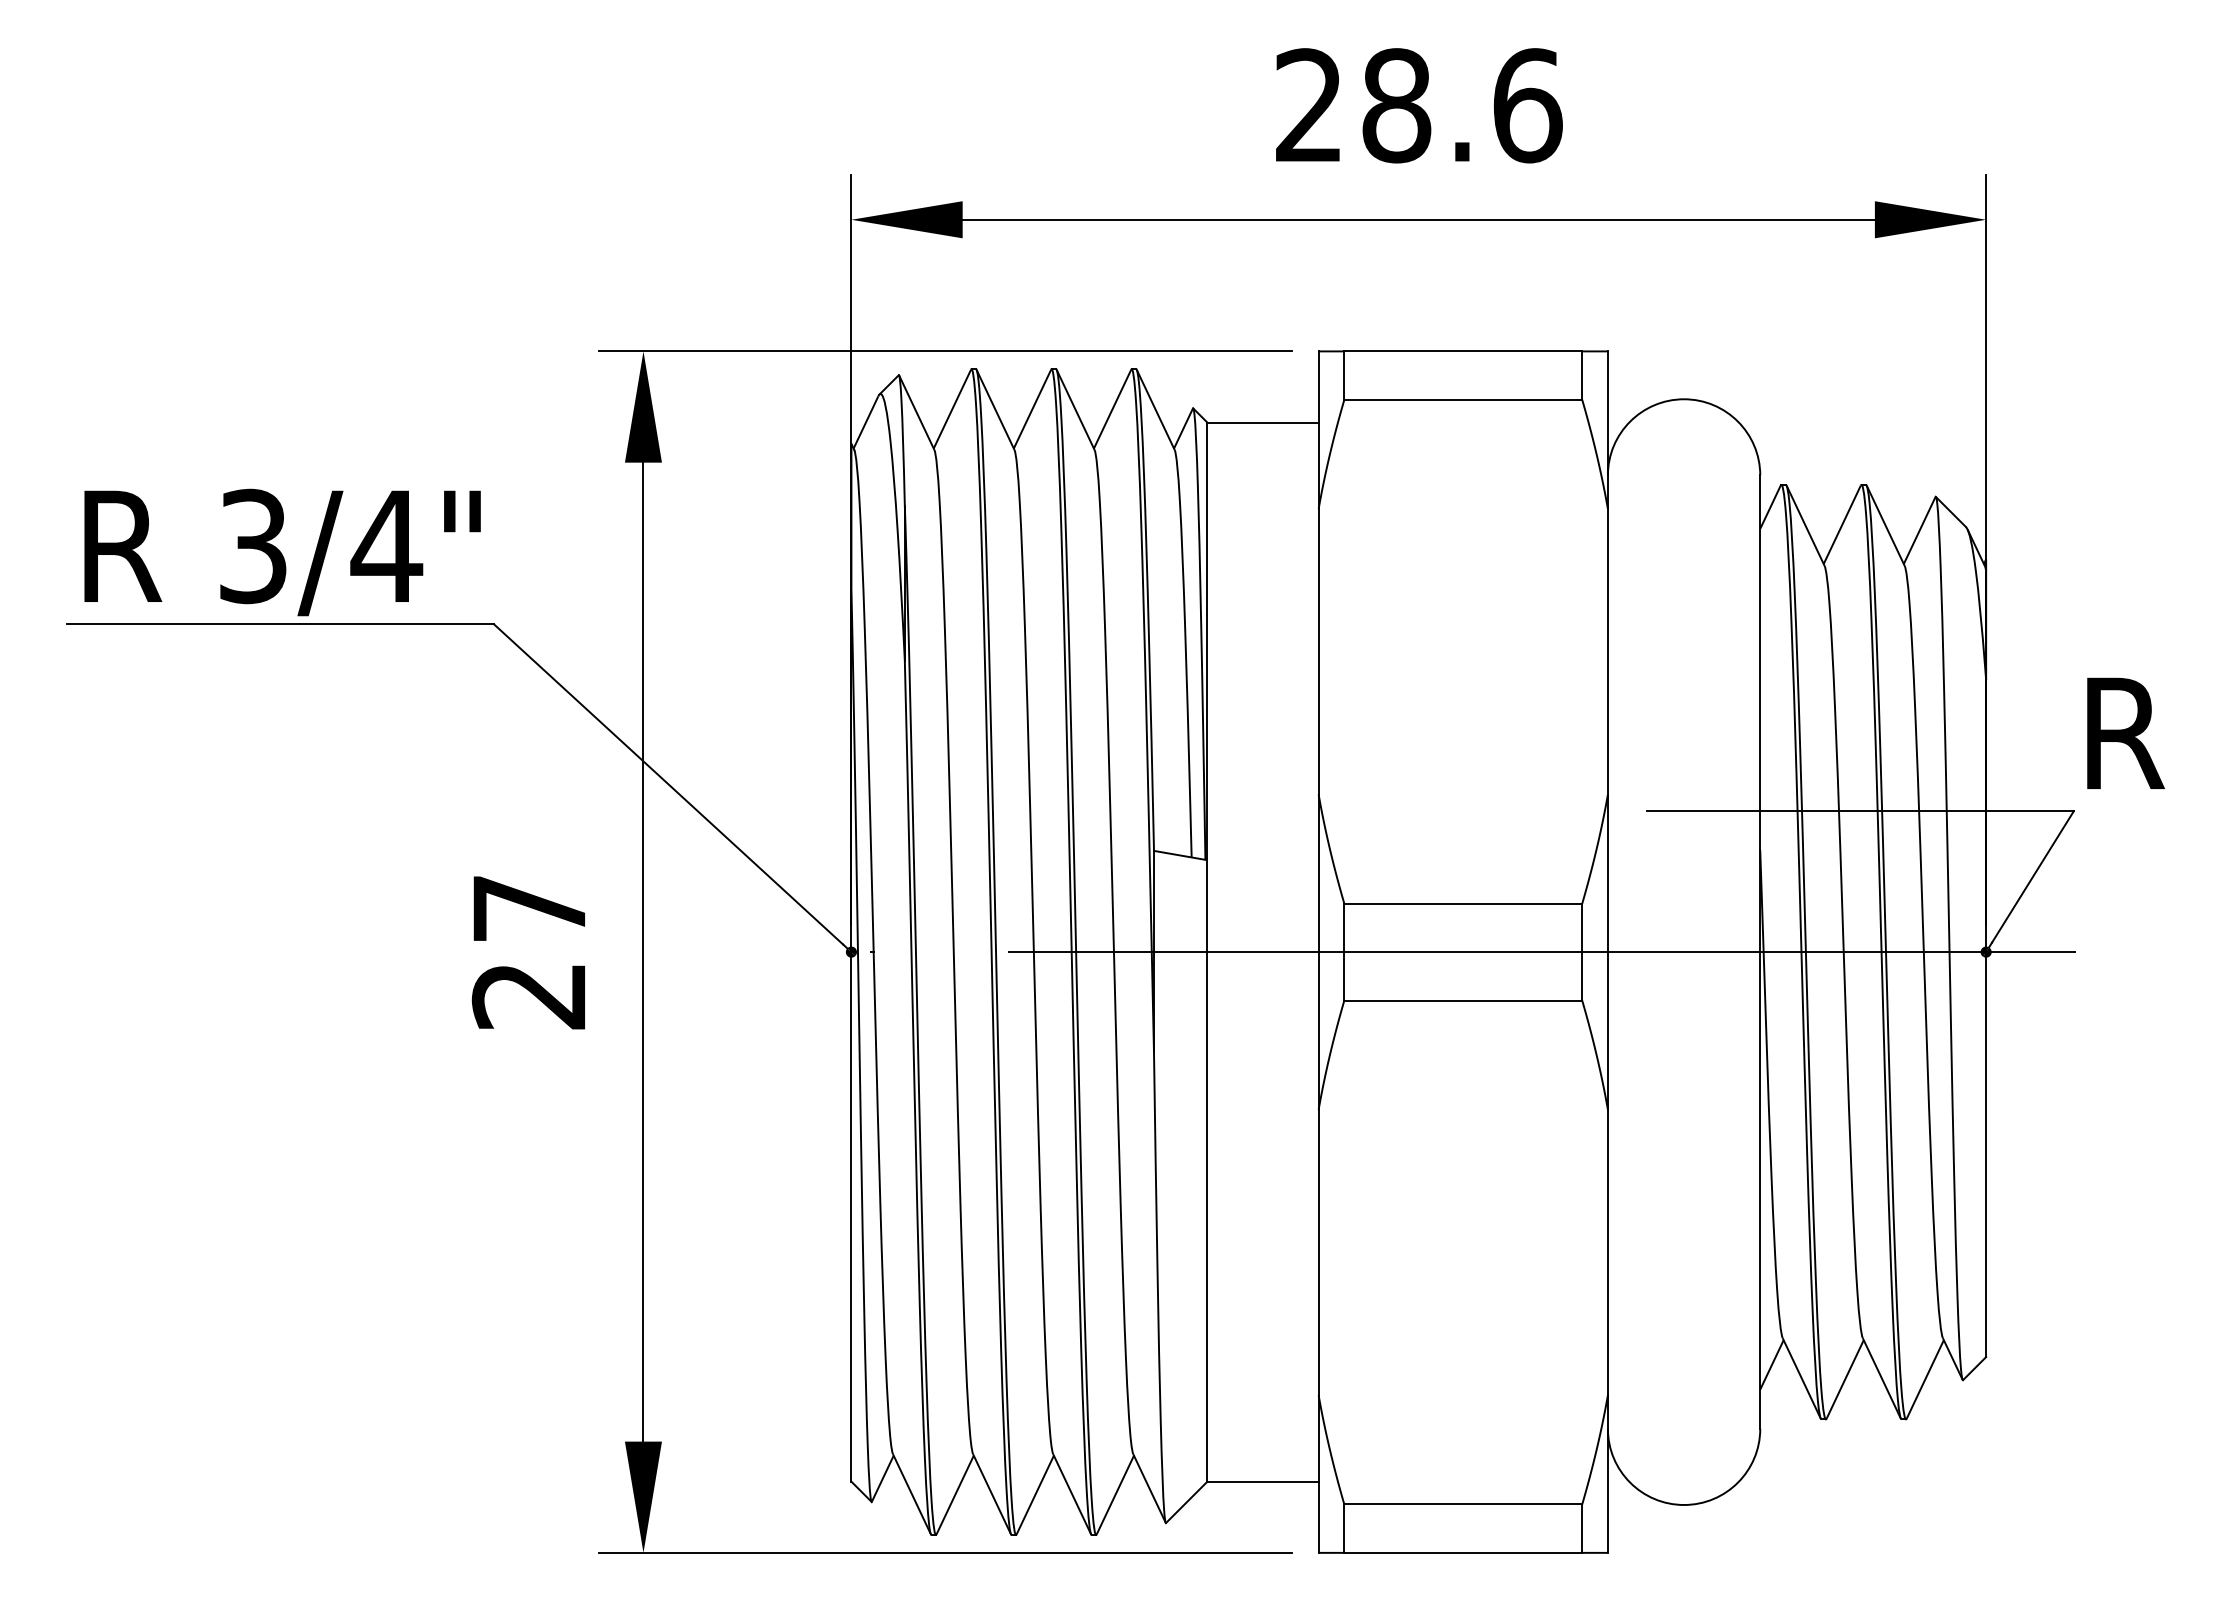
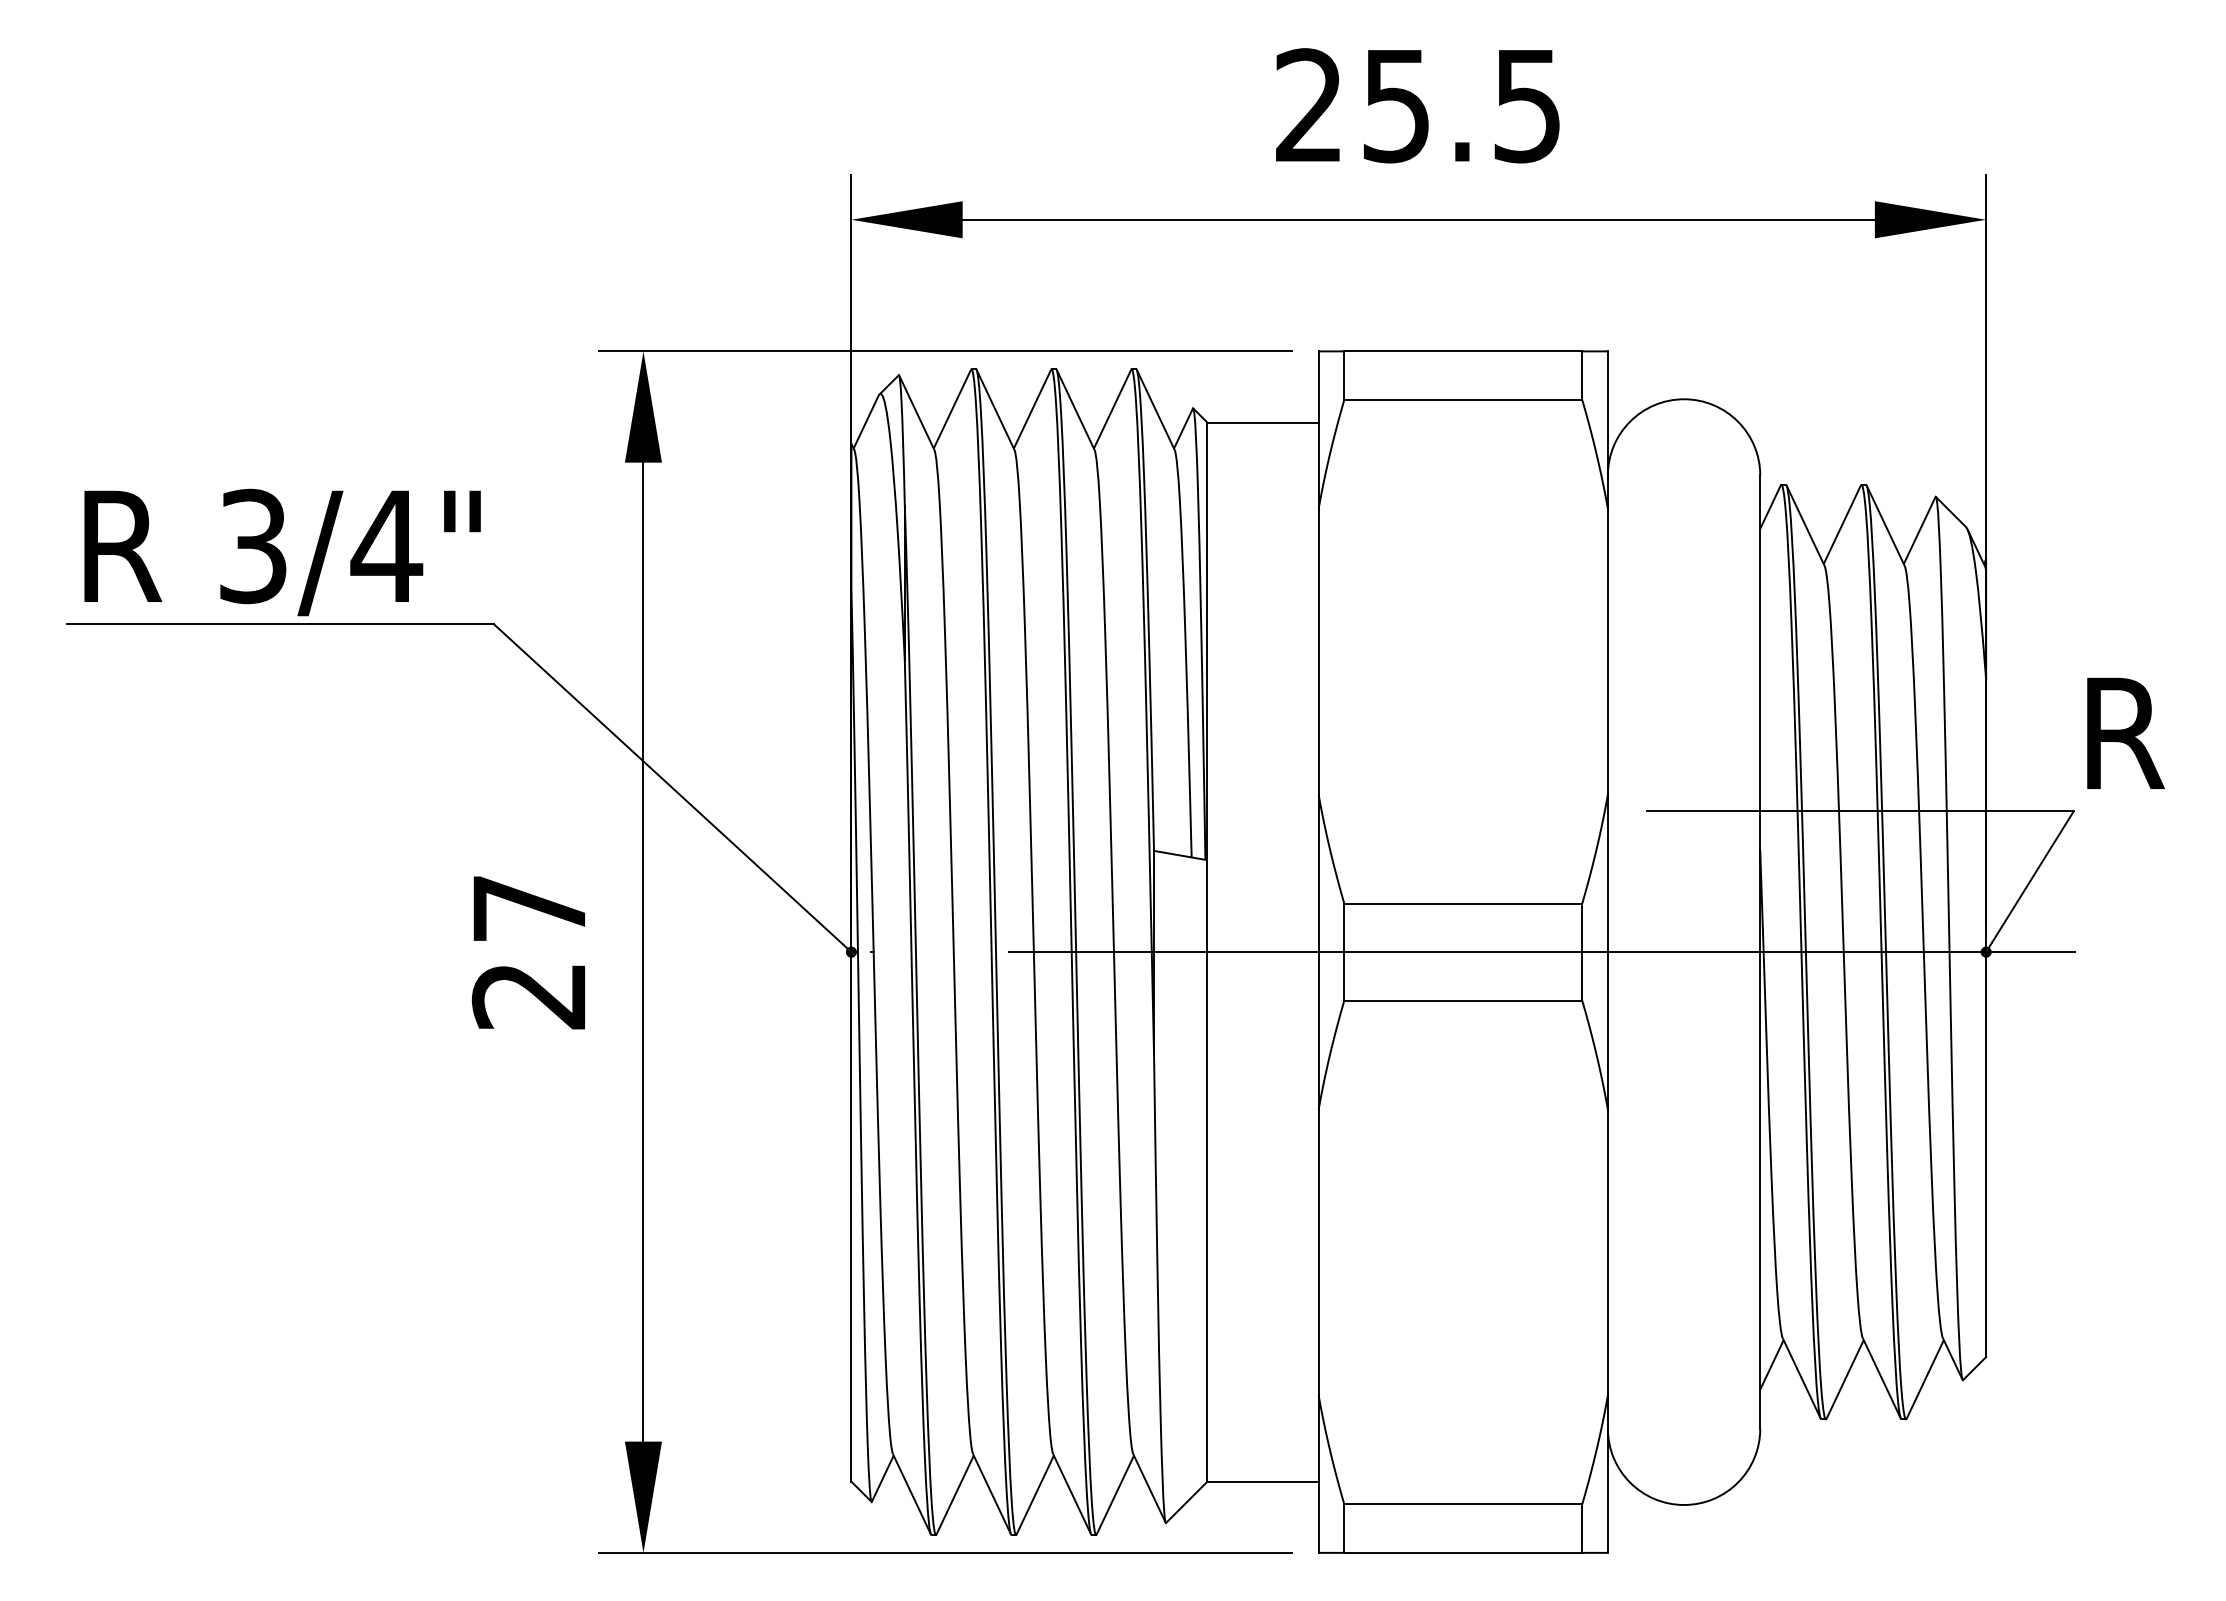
text at (1462, 105): 28.6 -> 25.5
